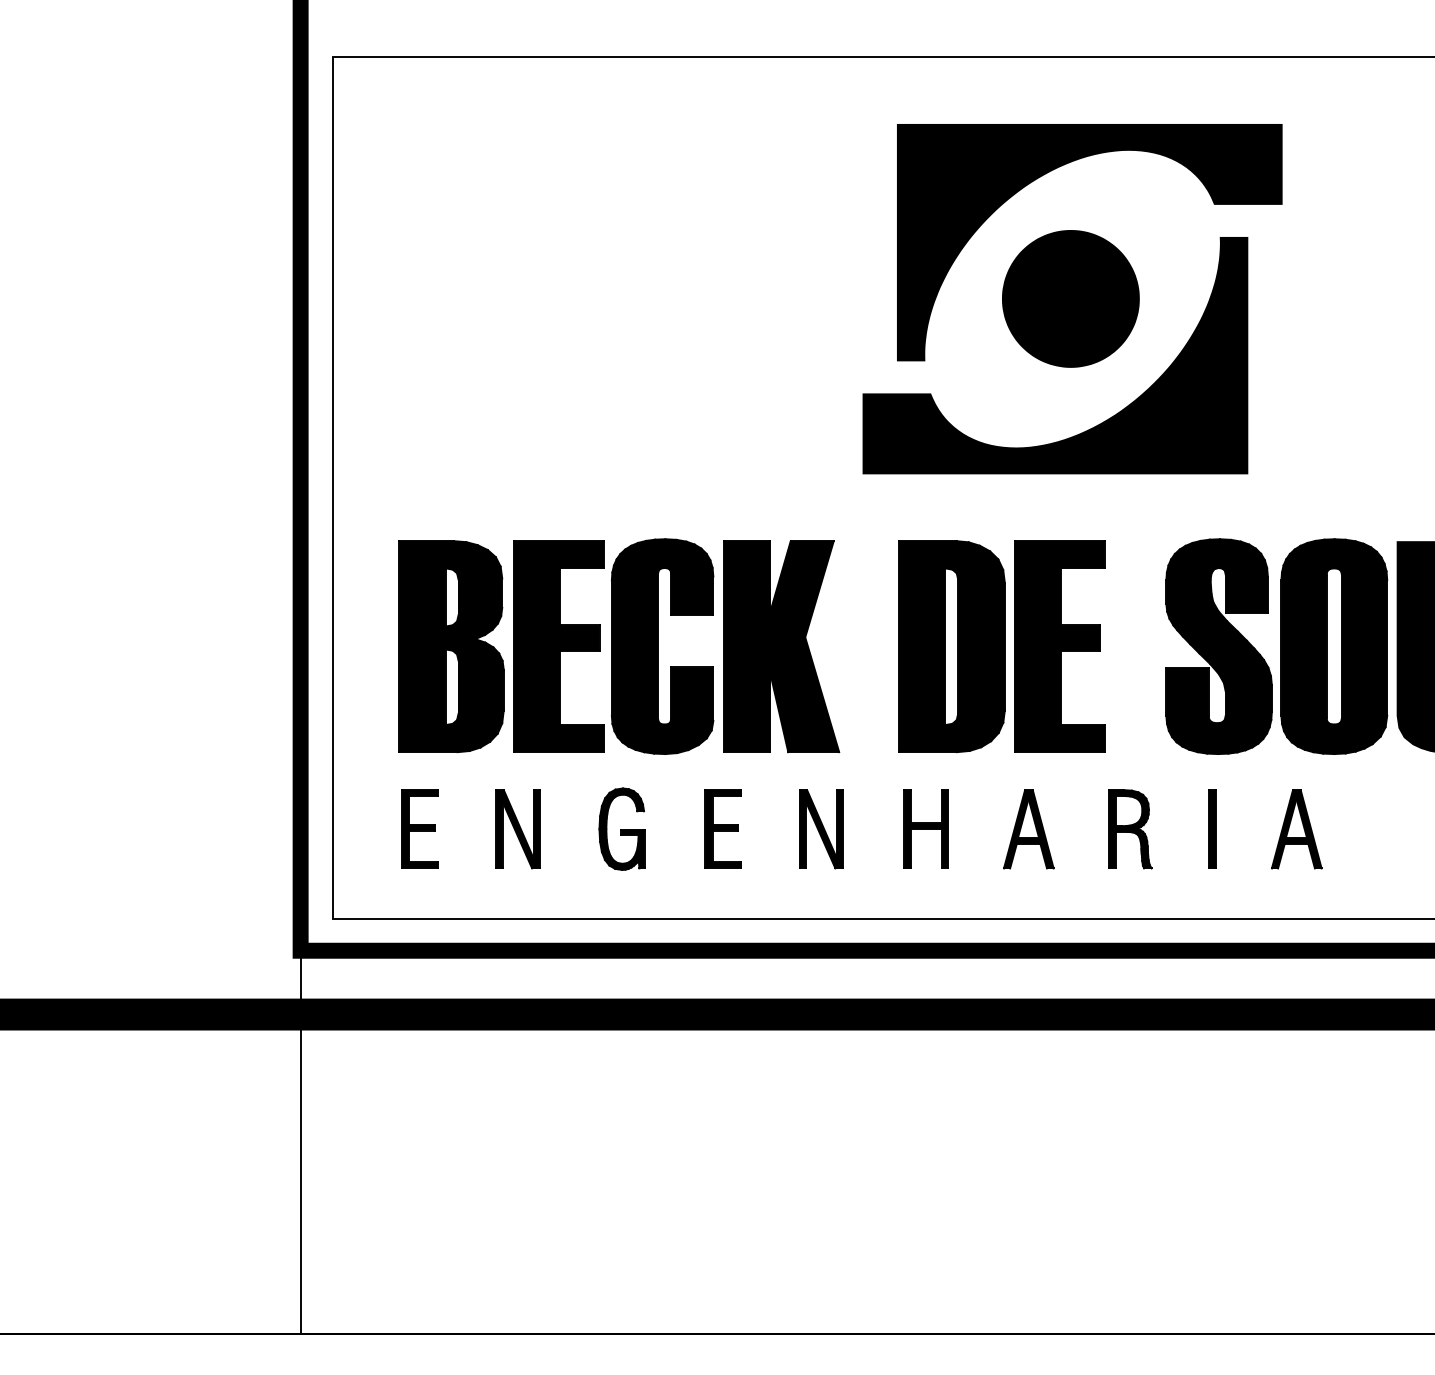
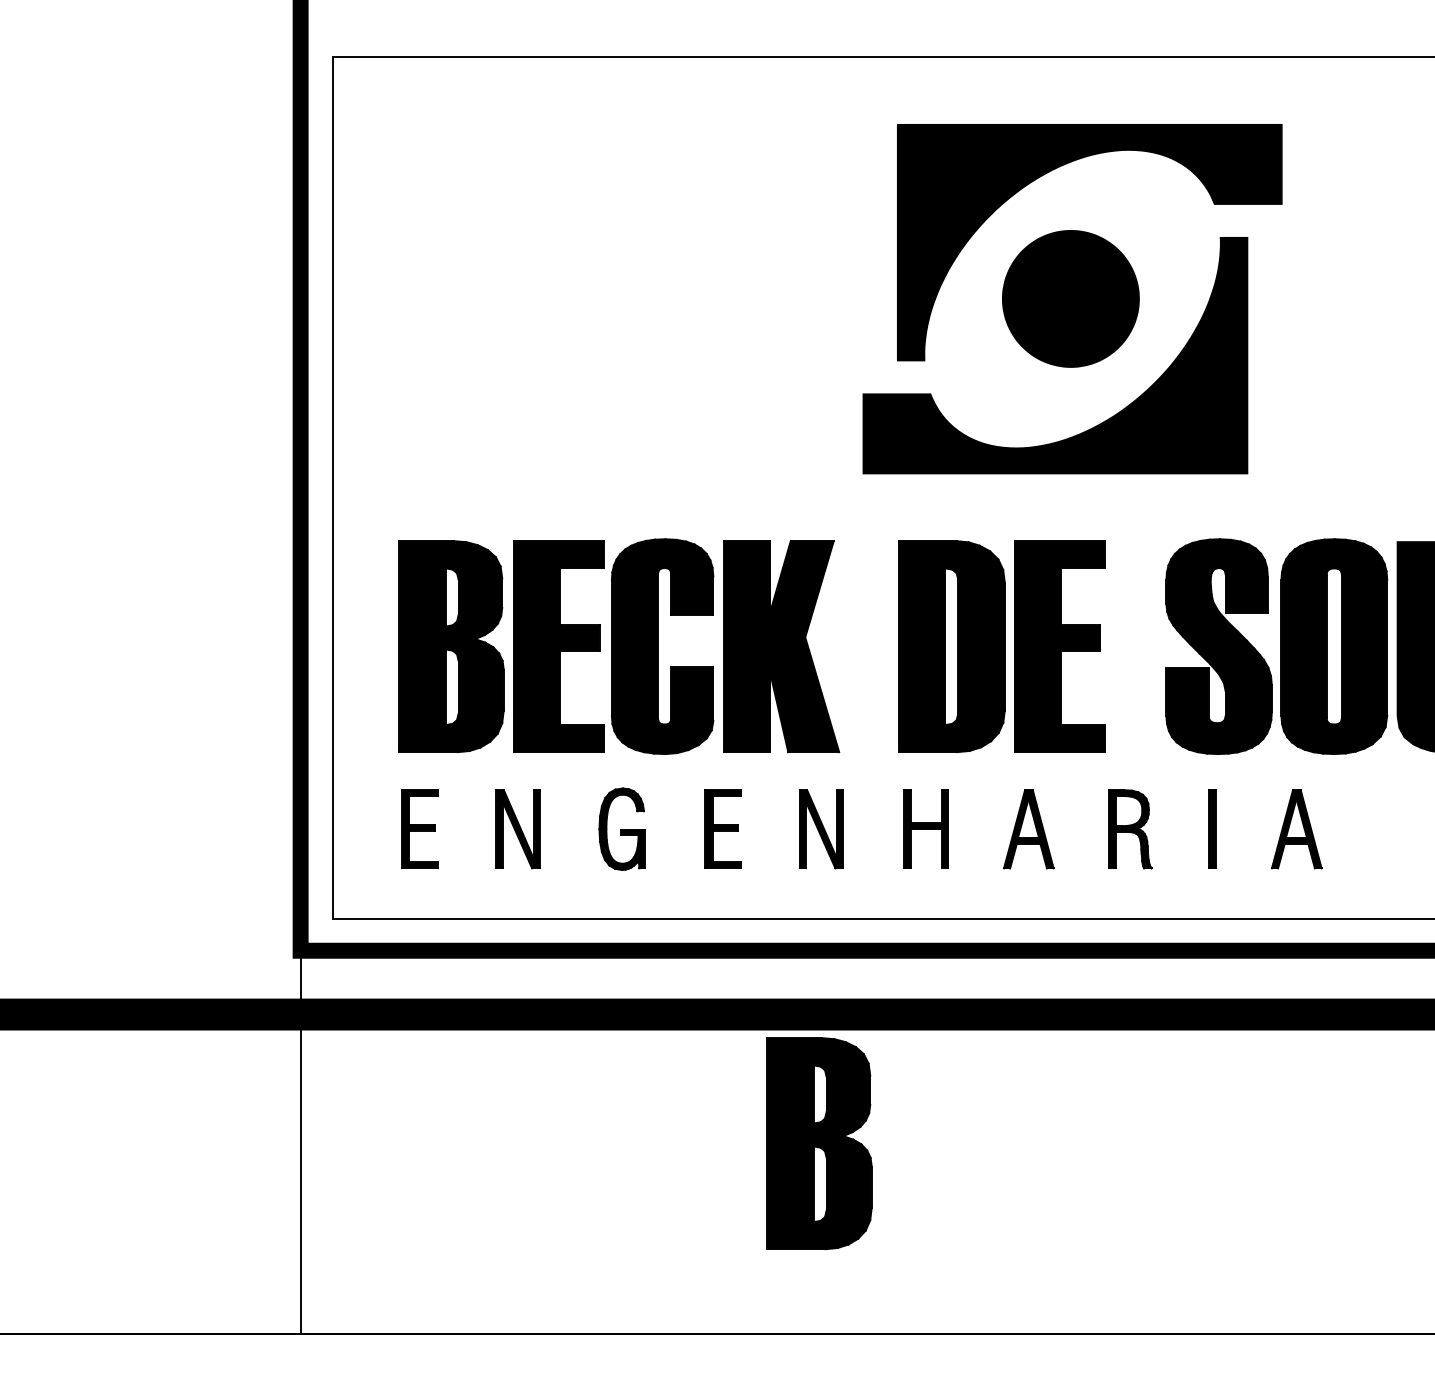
part at (819, 1143): none -> present
